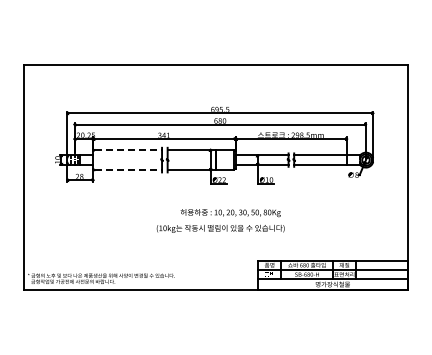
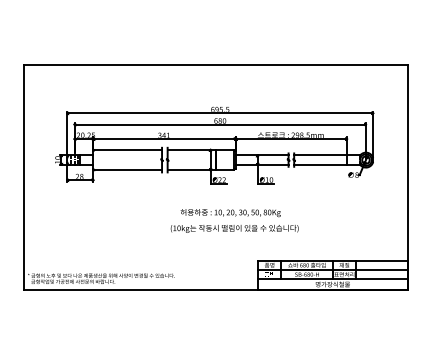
line at (129, 149): dashed -> solid
line at (129, 170): dashed -> solid
text at (220, 228) position: (220, 228) -> (234, 228)
